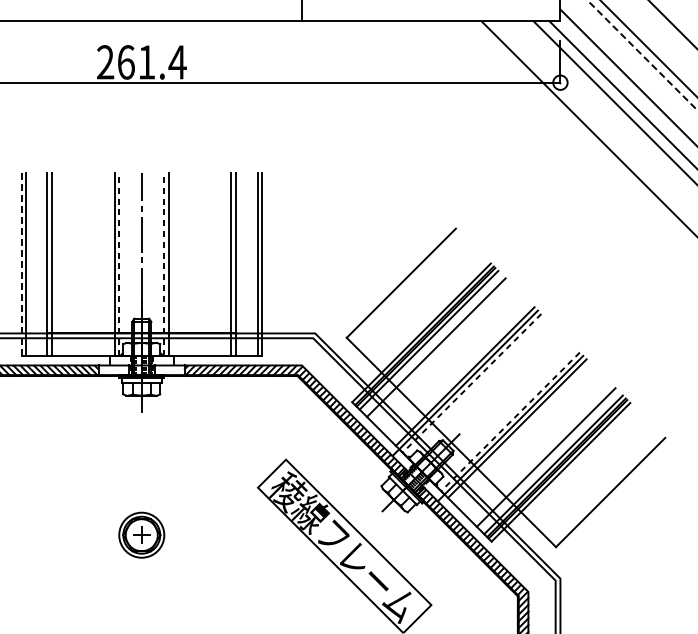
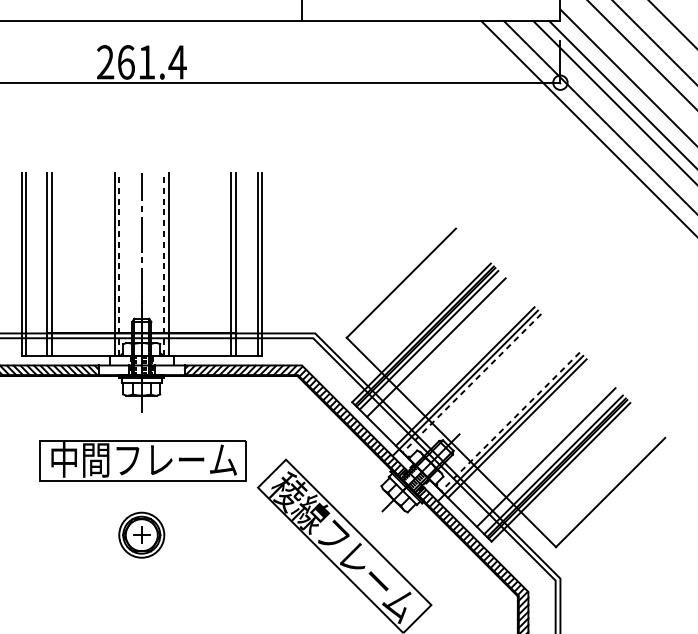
line at (648, 48) position: (648, 48) -> (654, 42)
line at (642, 55): dashed -> solid
line at (599, 116): none -> present
line at (21, 264): dashed -> solid
part at (142, 460): none -> present
